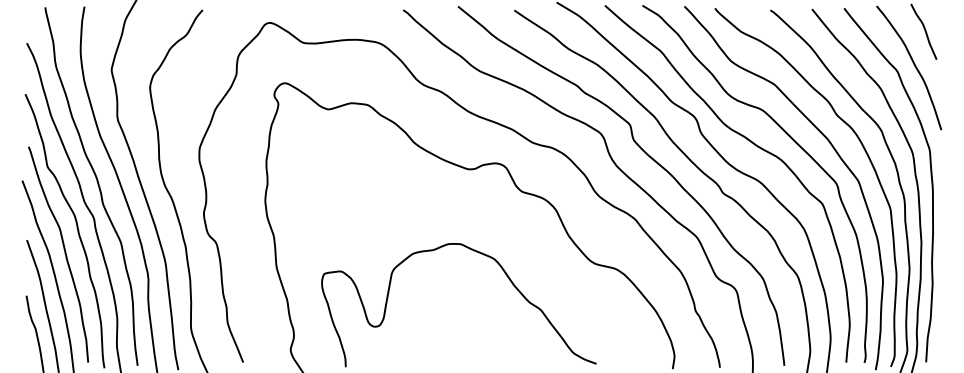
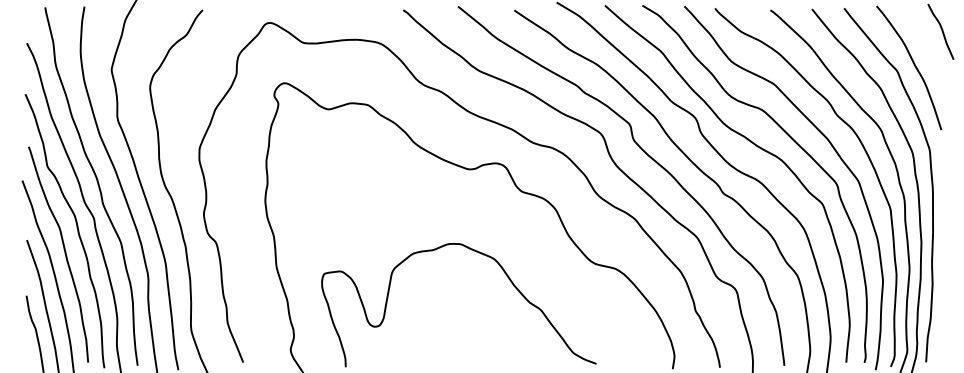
curve at (924, 31) position: (924, 31) -> (941, 31)
